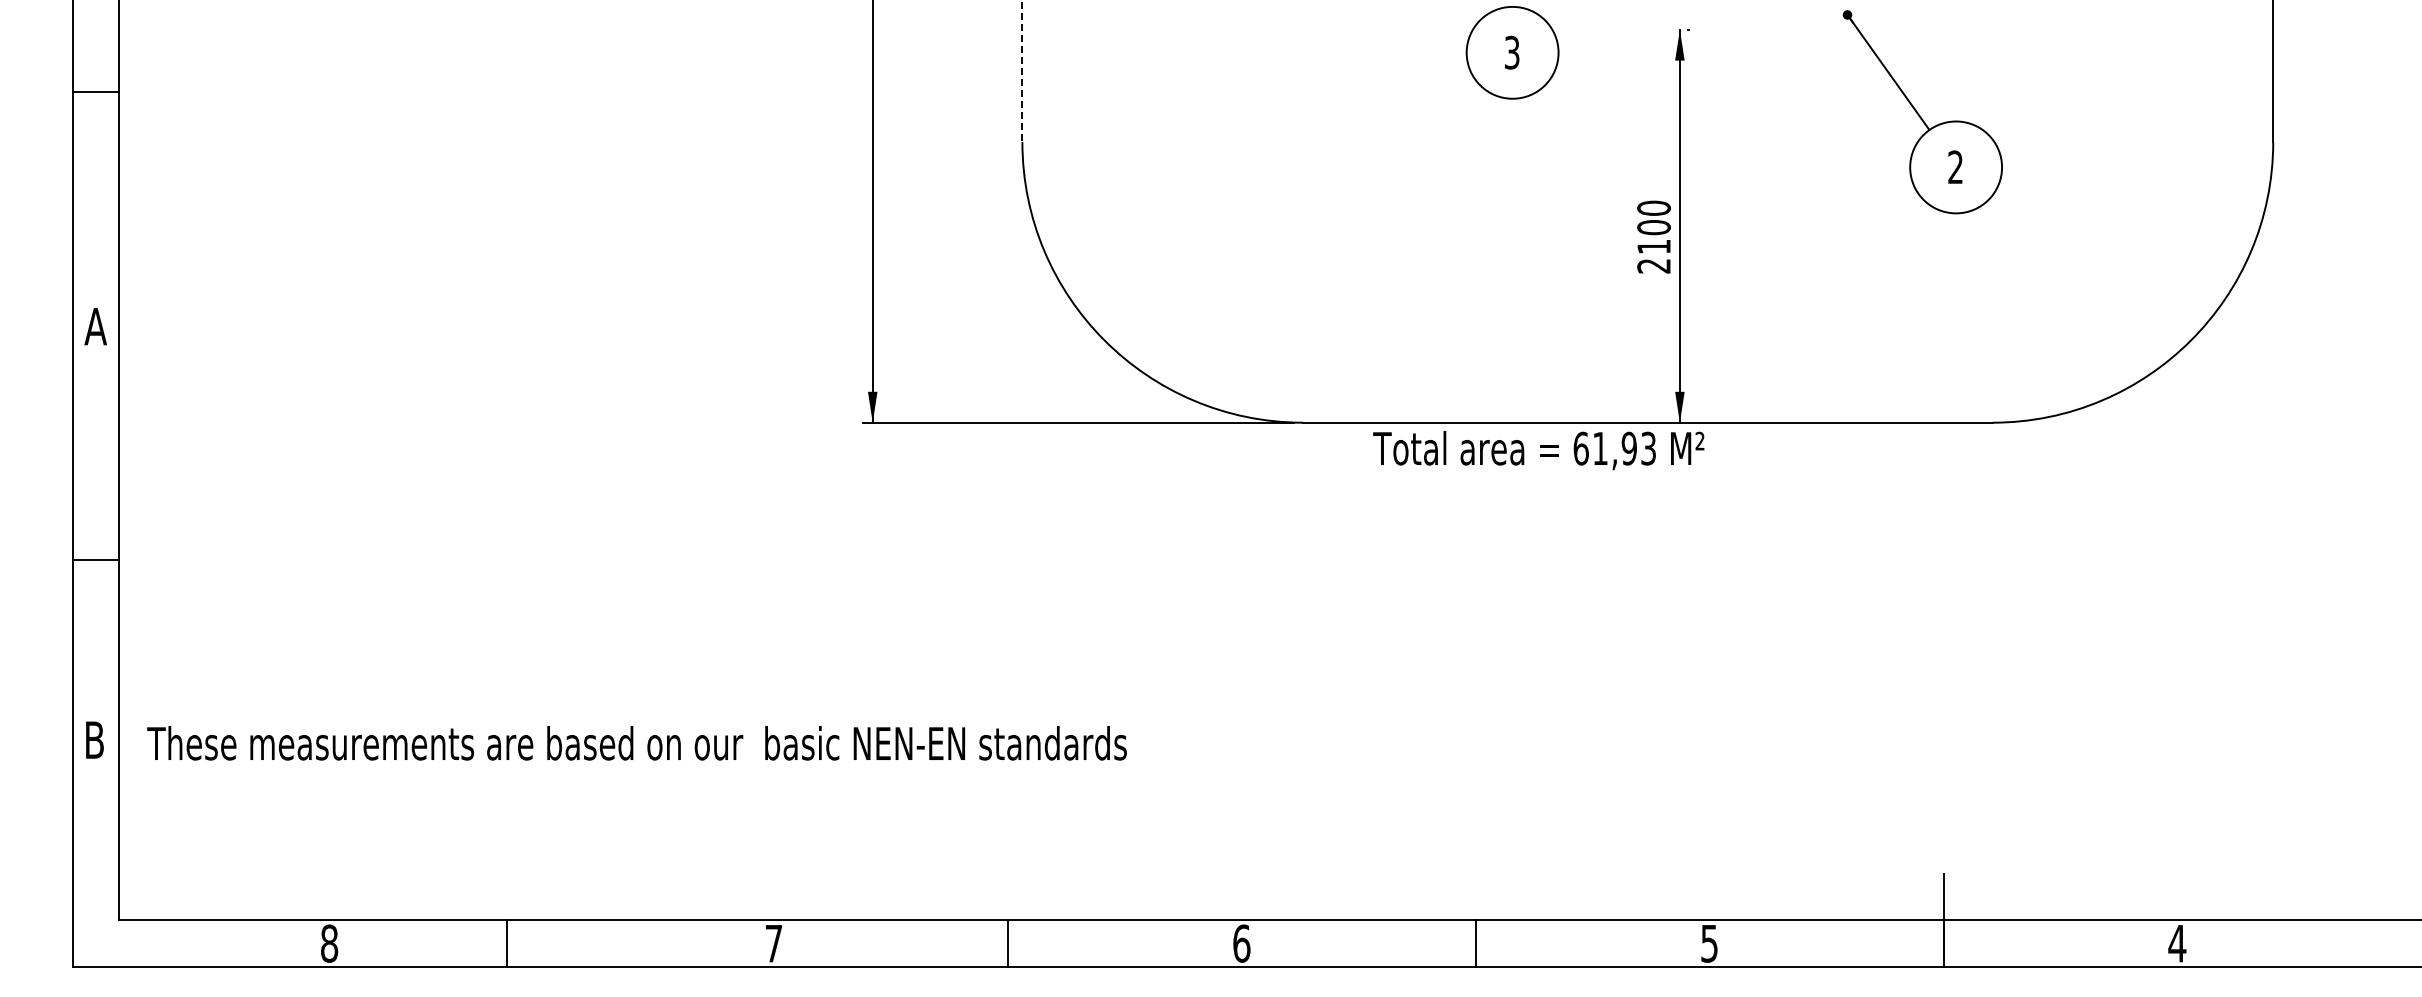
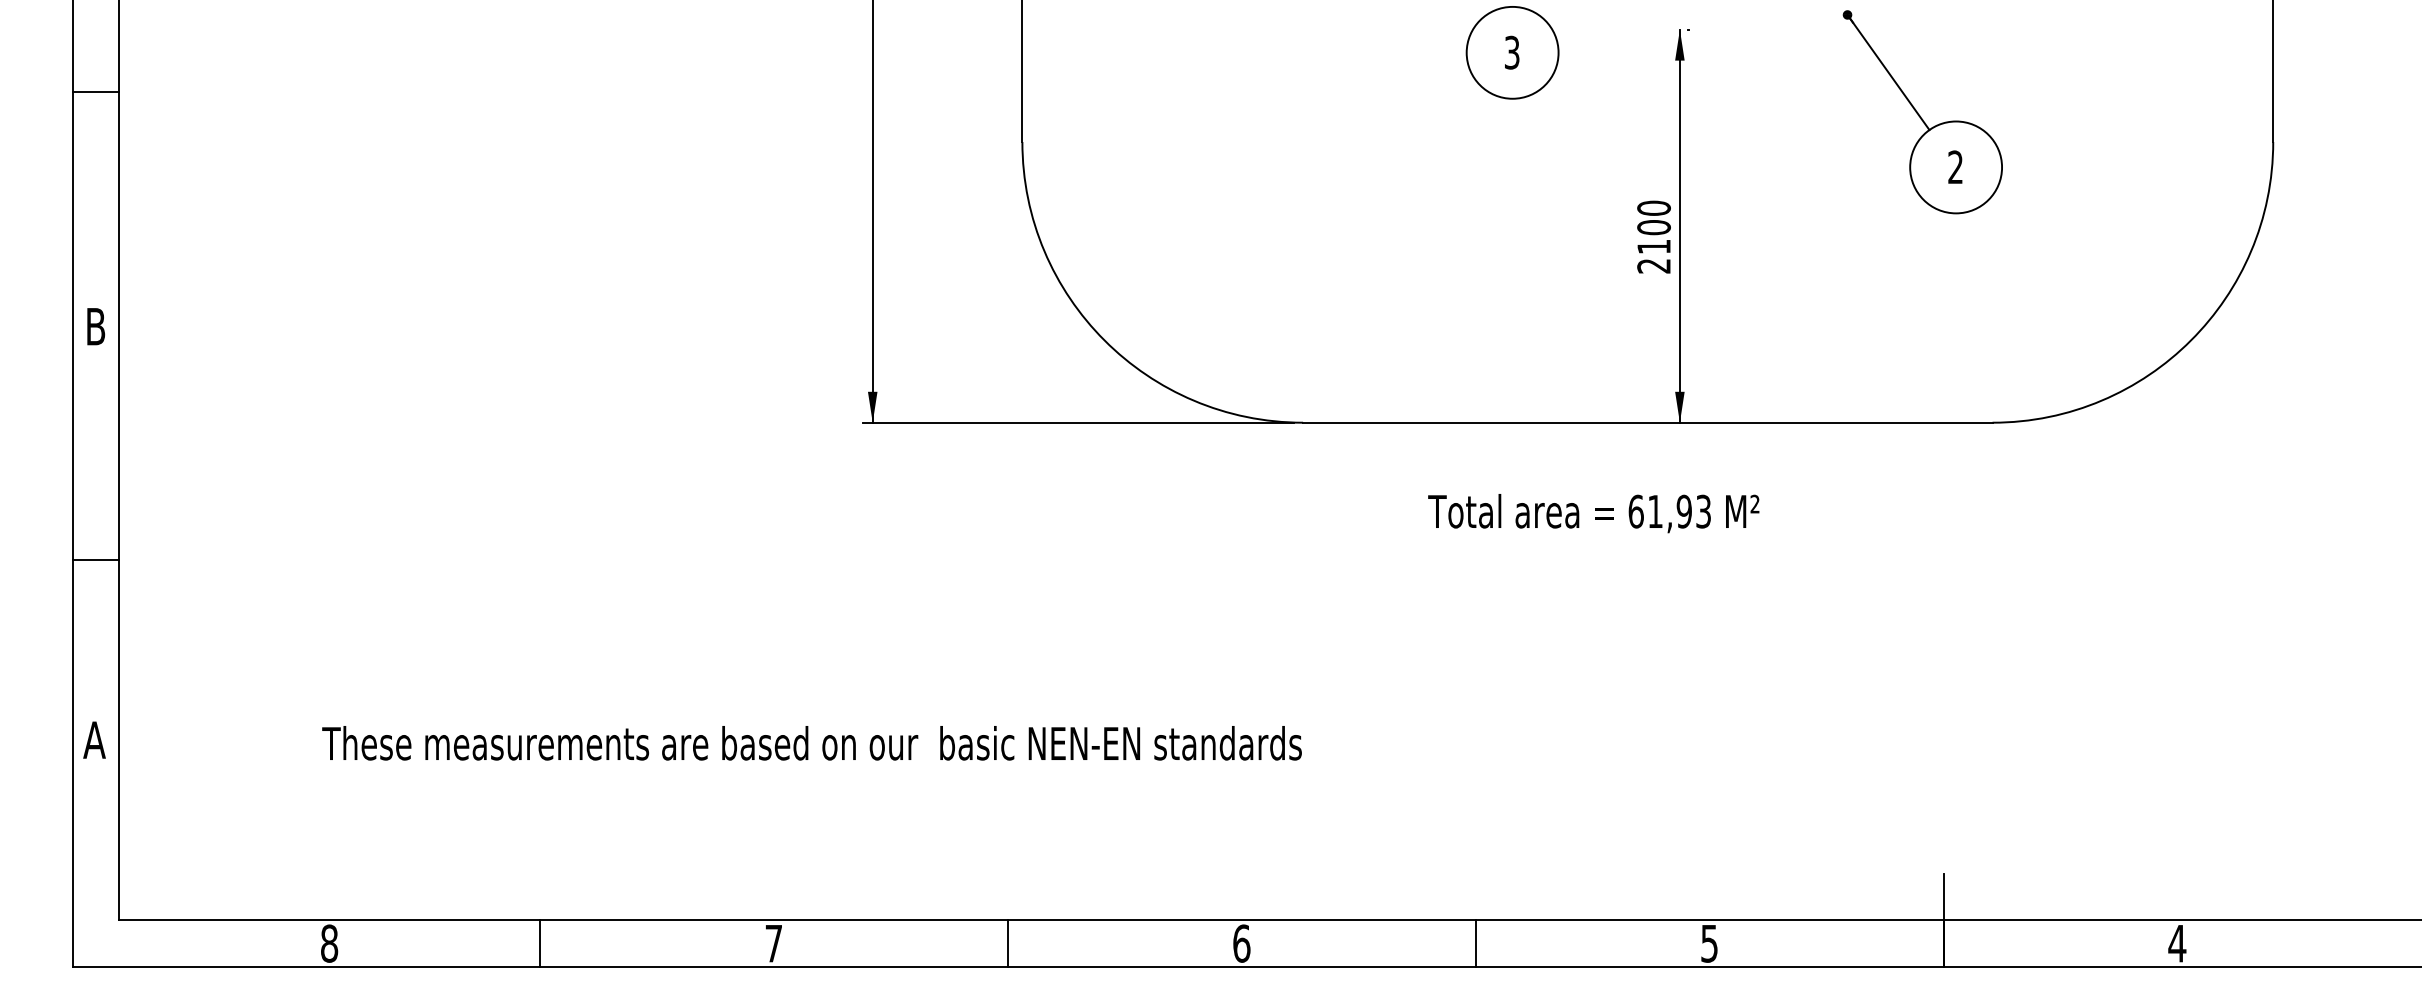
line at (1022, 71): dashed -> solid
text at (95, 326): A -> B
text at (1538, 450) position: (1538, 450) -> (1593, 513)
text at (94, 739): B -> A
text at (636, 743) position: (636, 743) -> (811, 743)
line at (507, 943) position: (507, 943) -> (540, 943)
